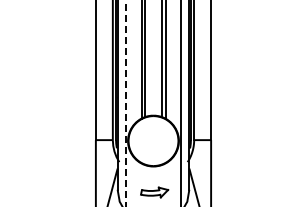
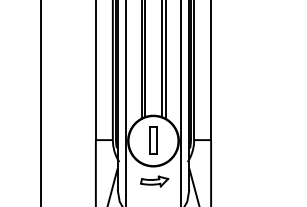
line at (41, 102): none -> present
line at (125, 103): dashed -> solid
part at (153, 140): none -> present
part at (154, 192) position: (154, 192) -> (154, 181)
